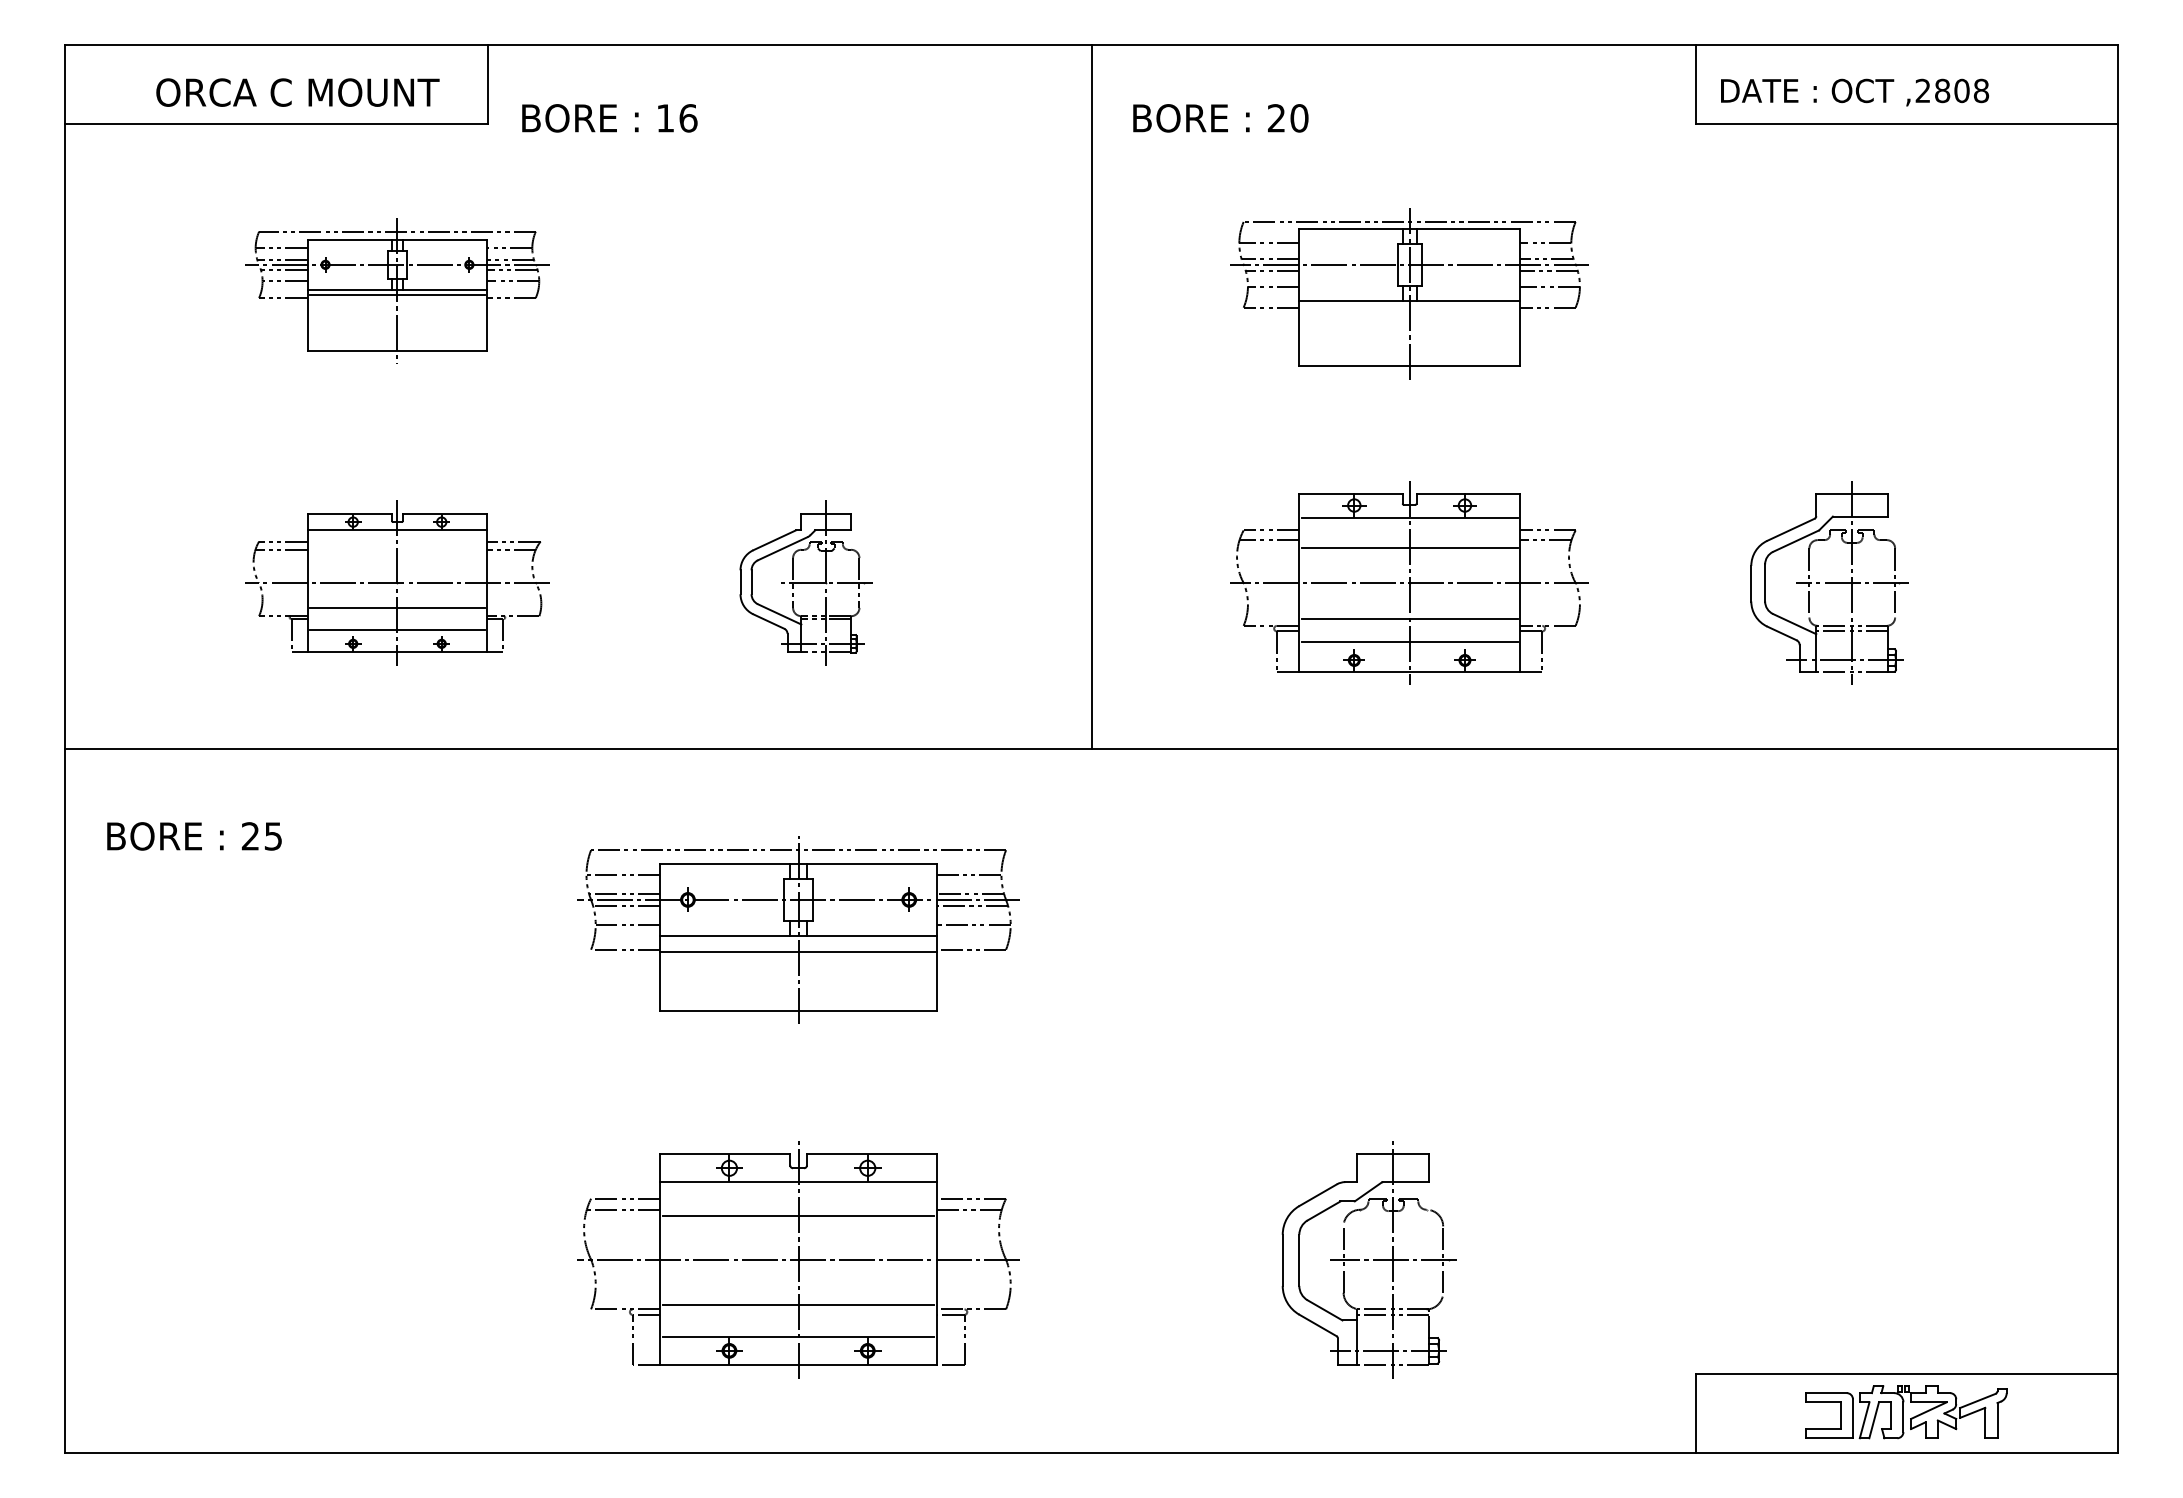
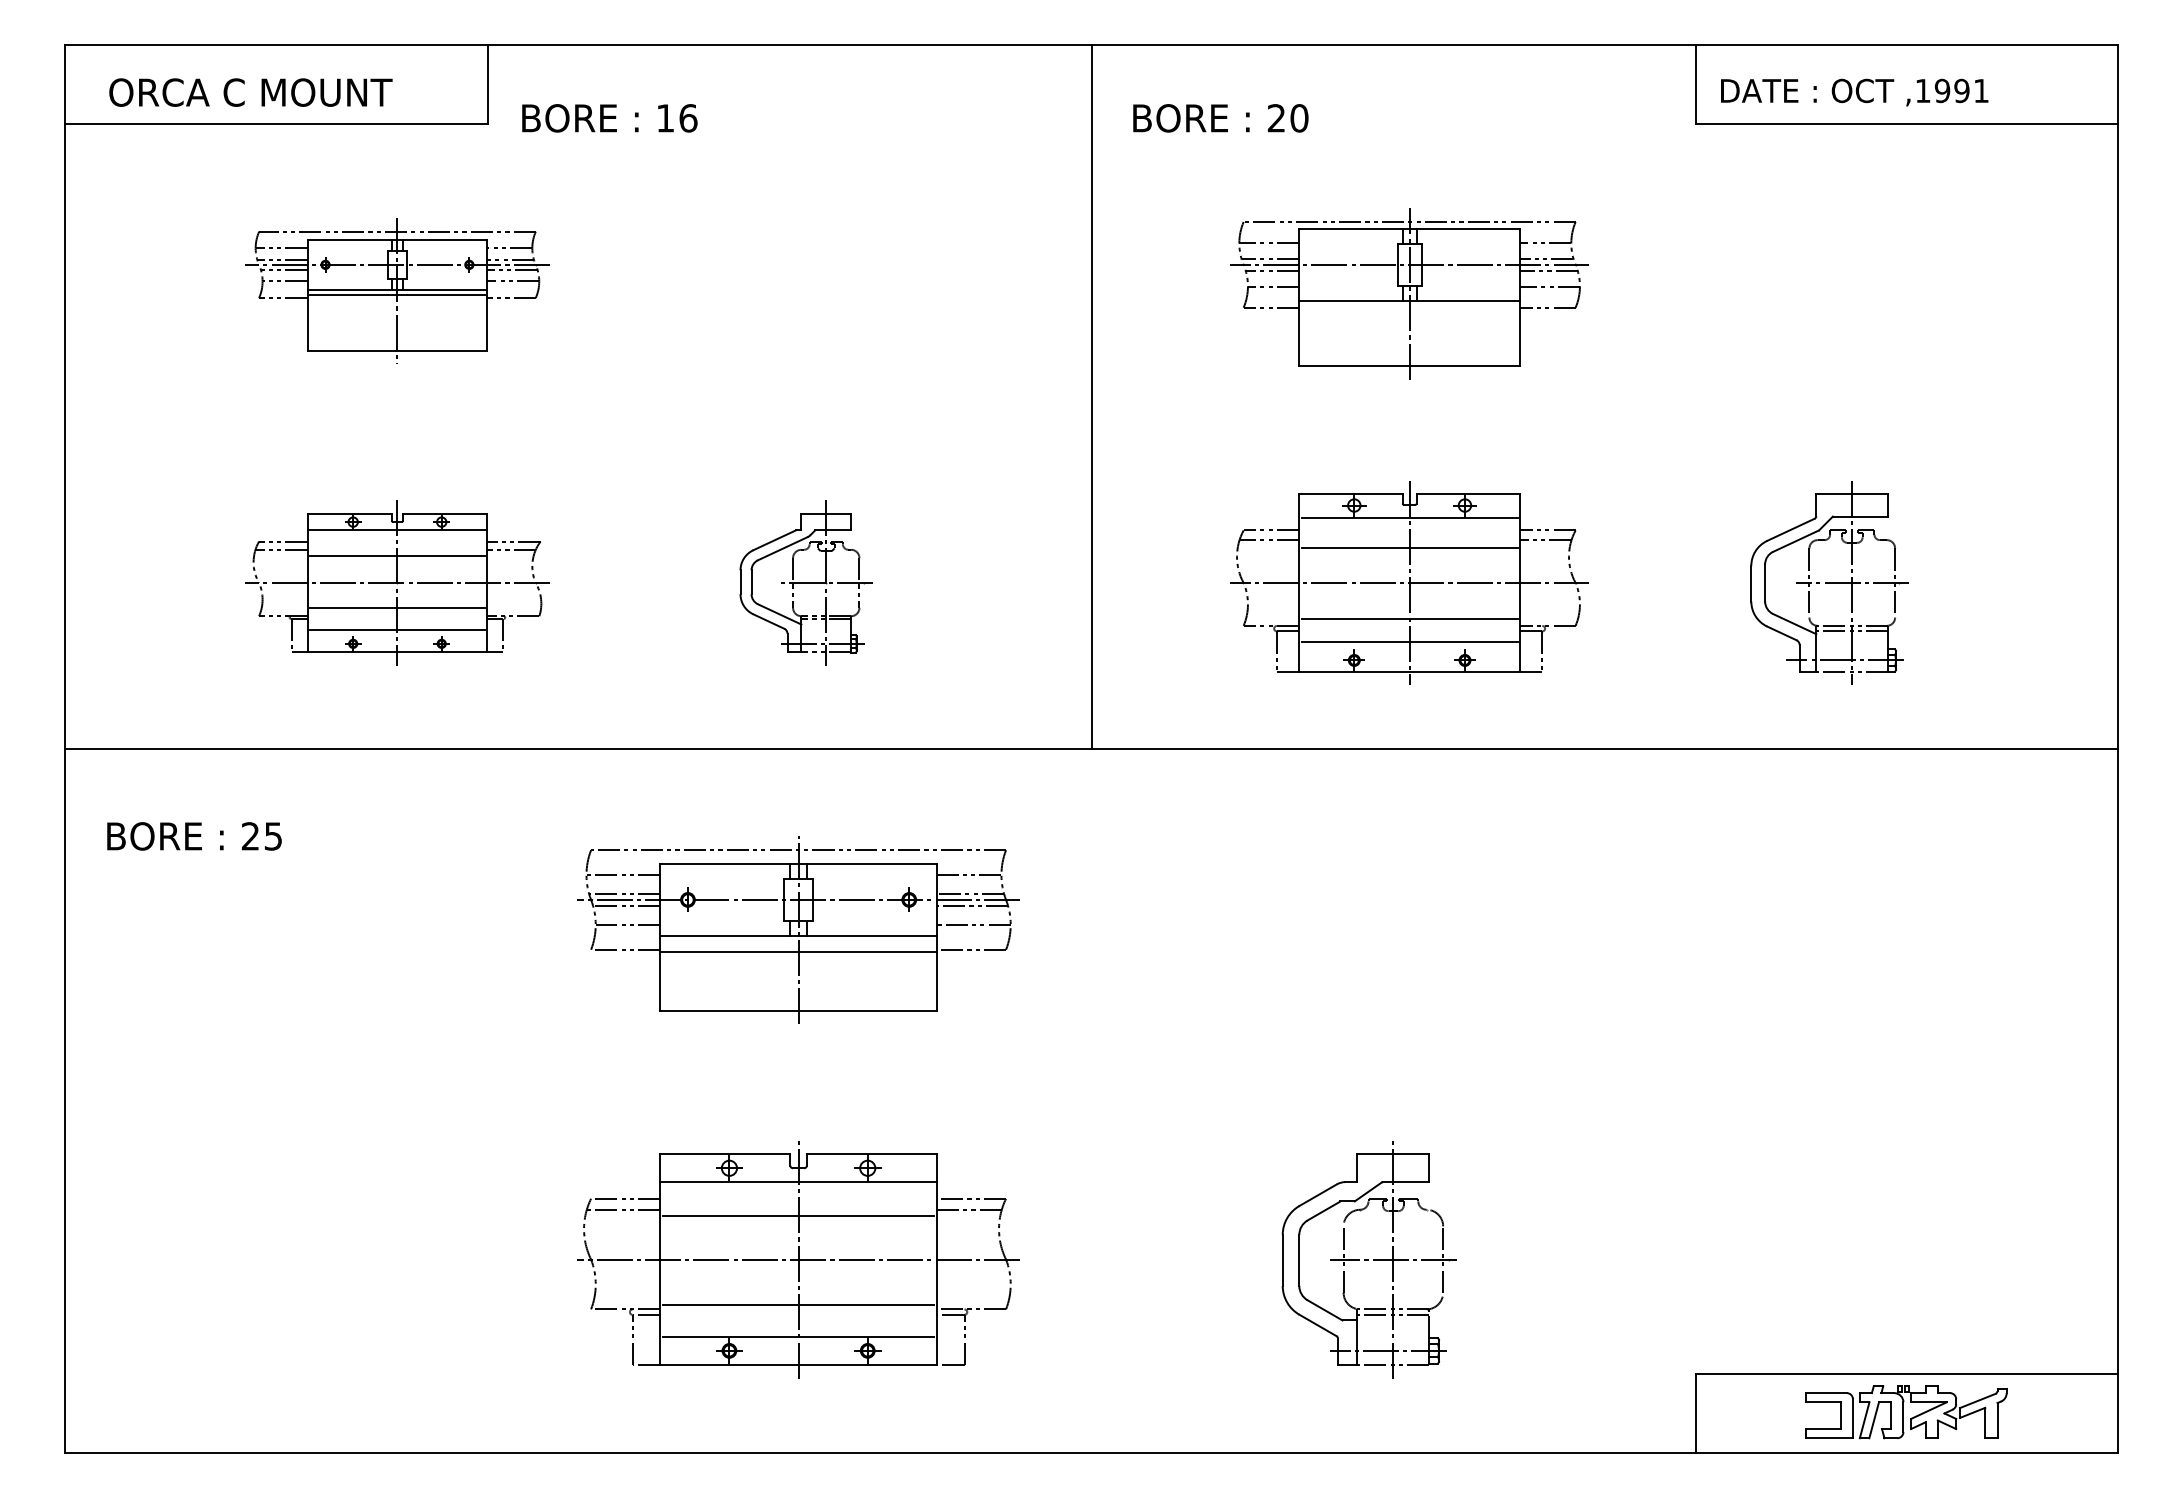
text at (1952, 90): ,2808 -> ,1991
text at (297, 92) position: (297, 92) -> (250, 92)
line at (397, 556): none -> present
